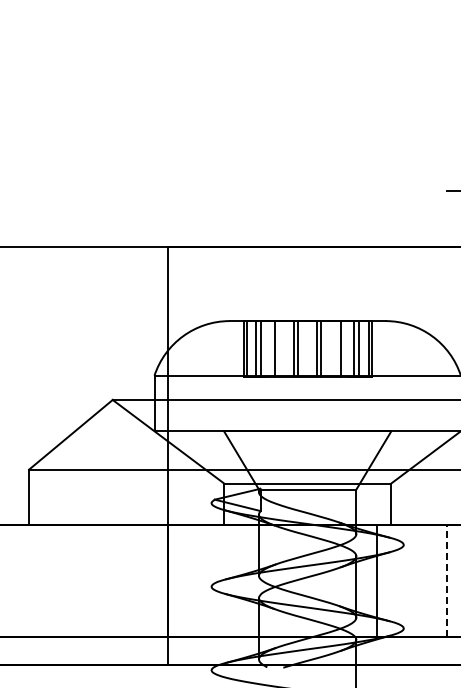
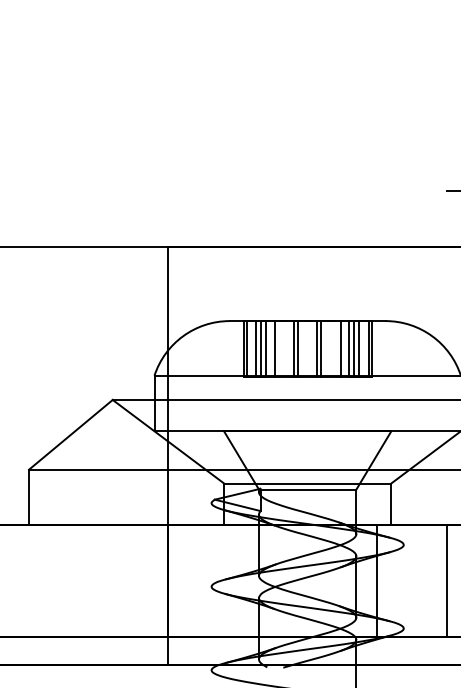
line at (265, 348): none -> present
line at (349, 348): none -> present
line at (446, 581): dashed -> solid
